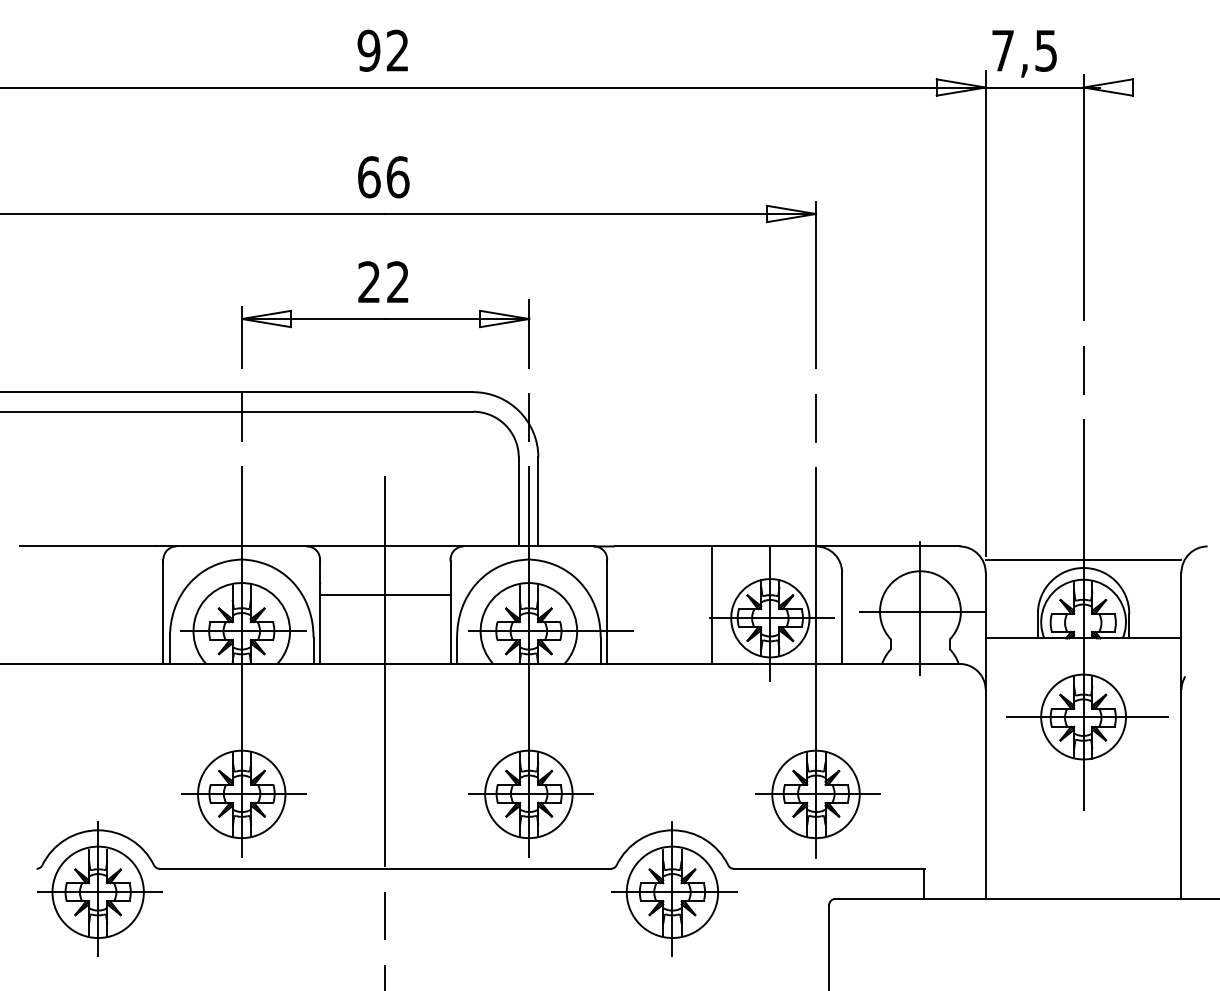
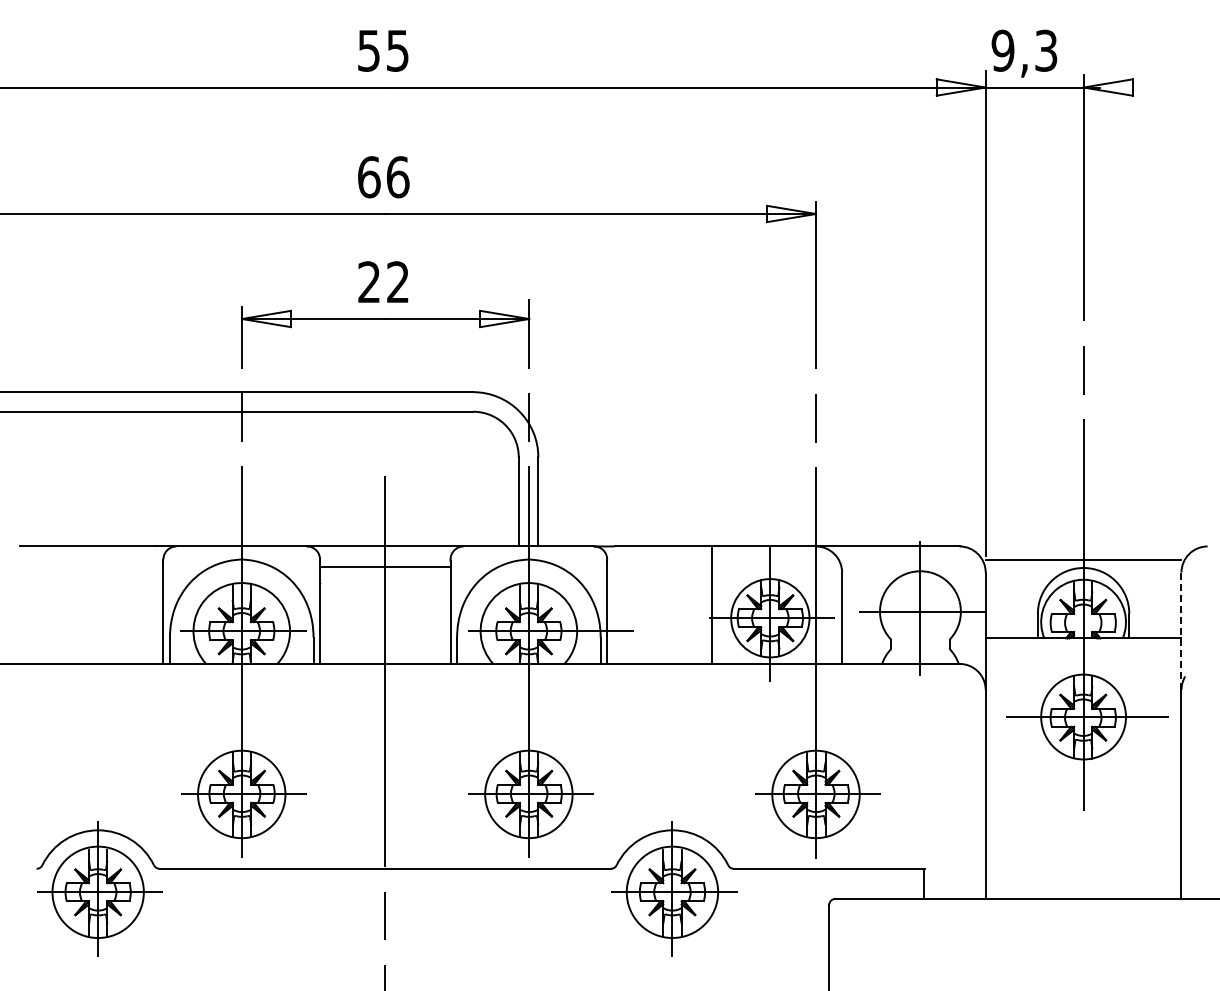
text at (382, 50): 92 -> 55
text at (1024, 50): 7,5 -> 9,3
line at (385, 594) position: (385, 594) -> (385, 566)
line at (1181, 631): solid -> dashed
